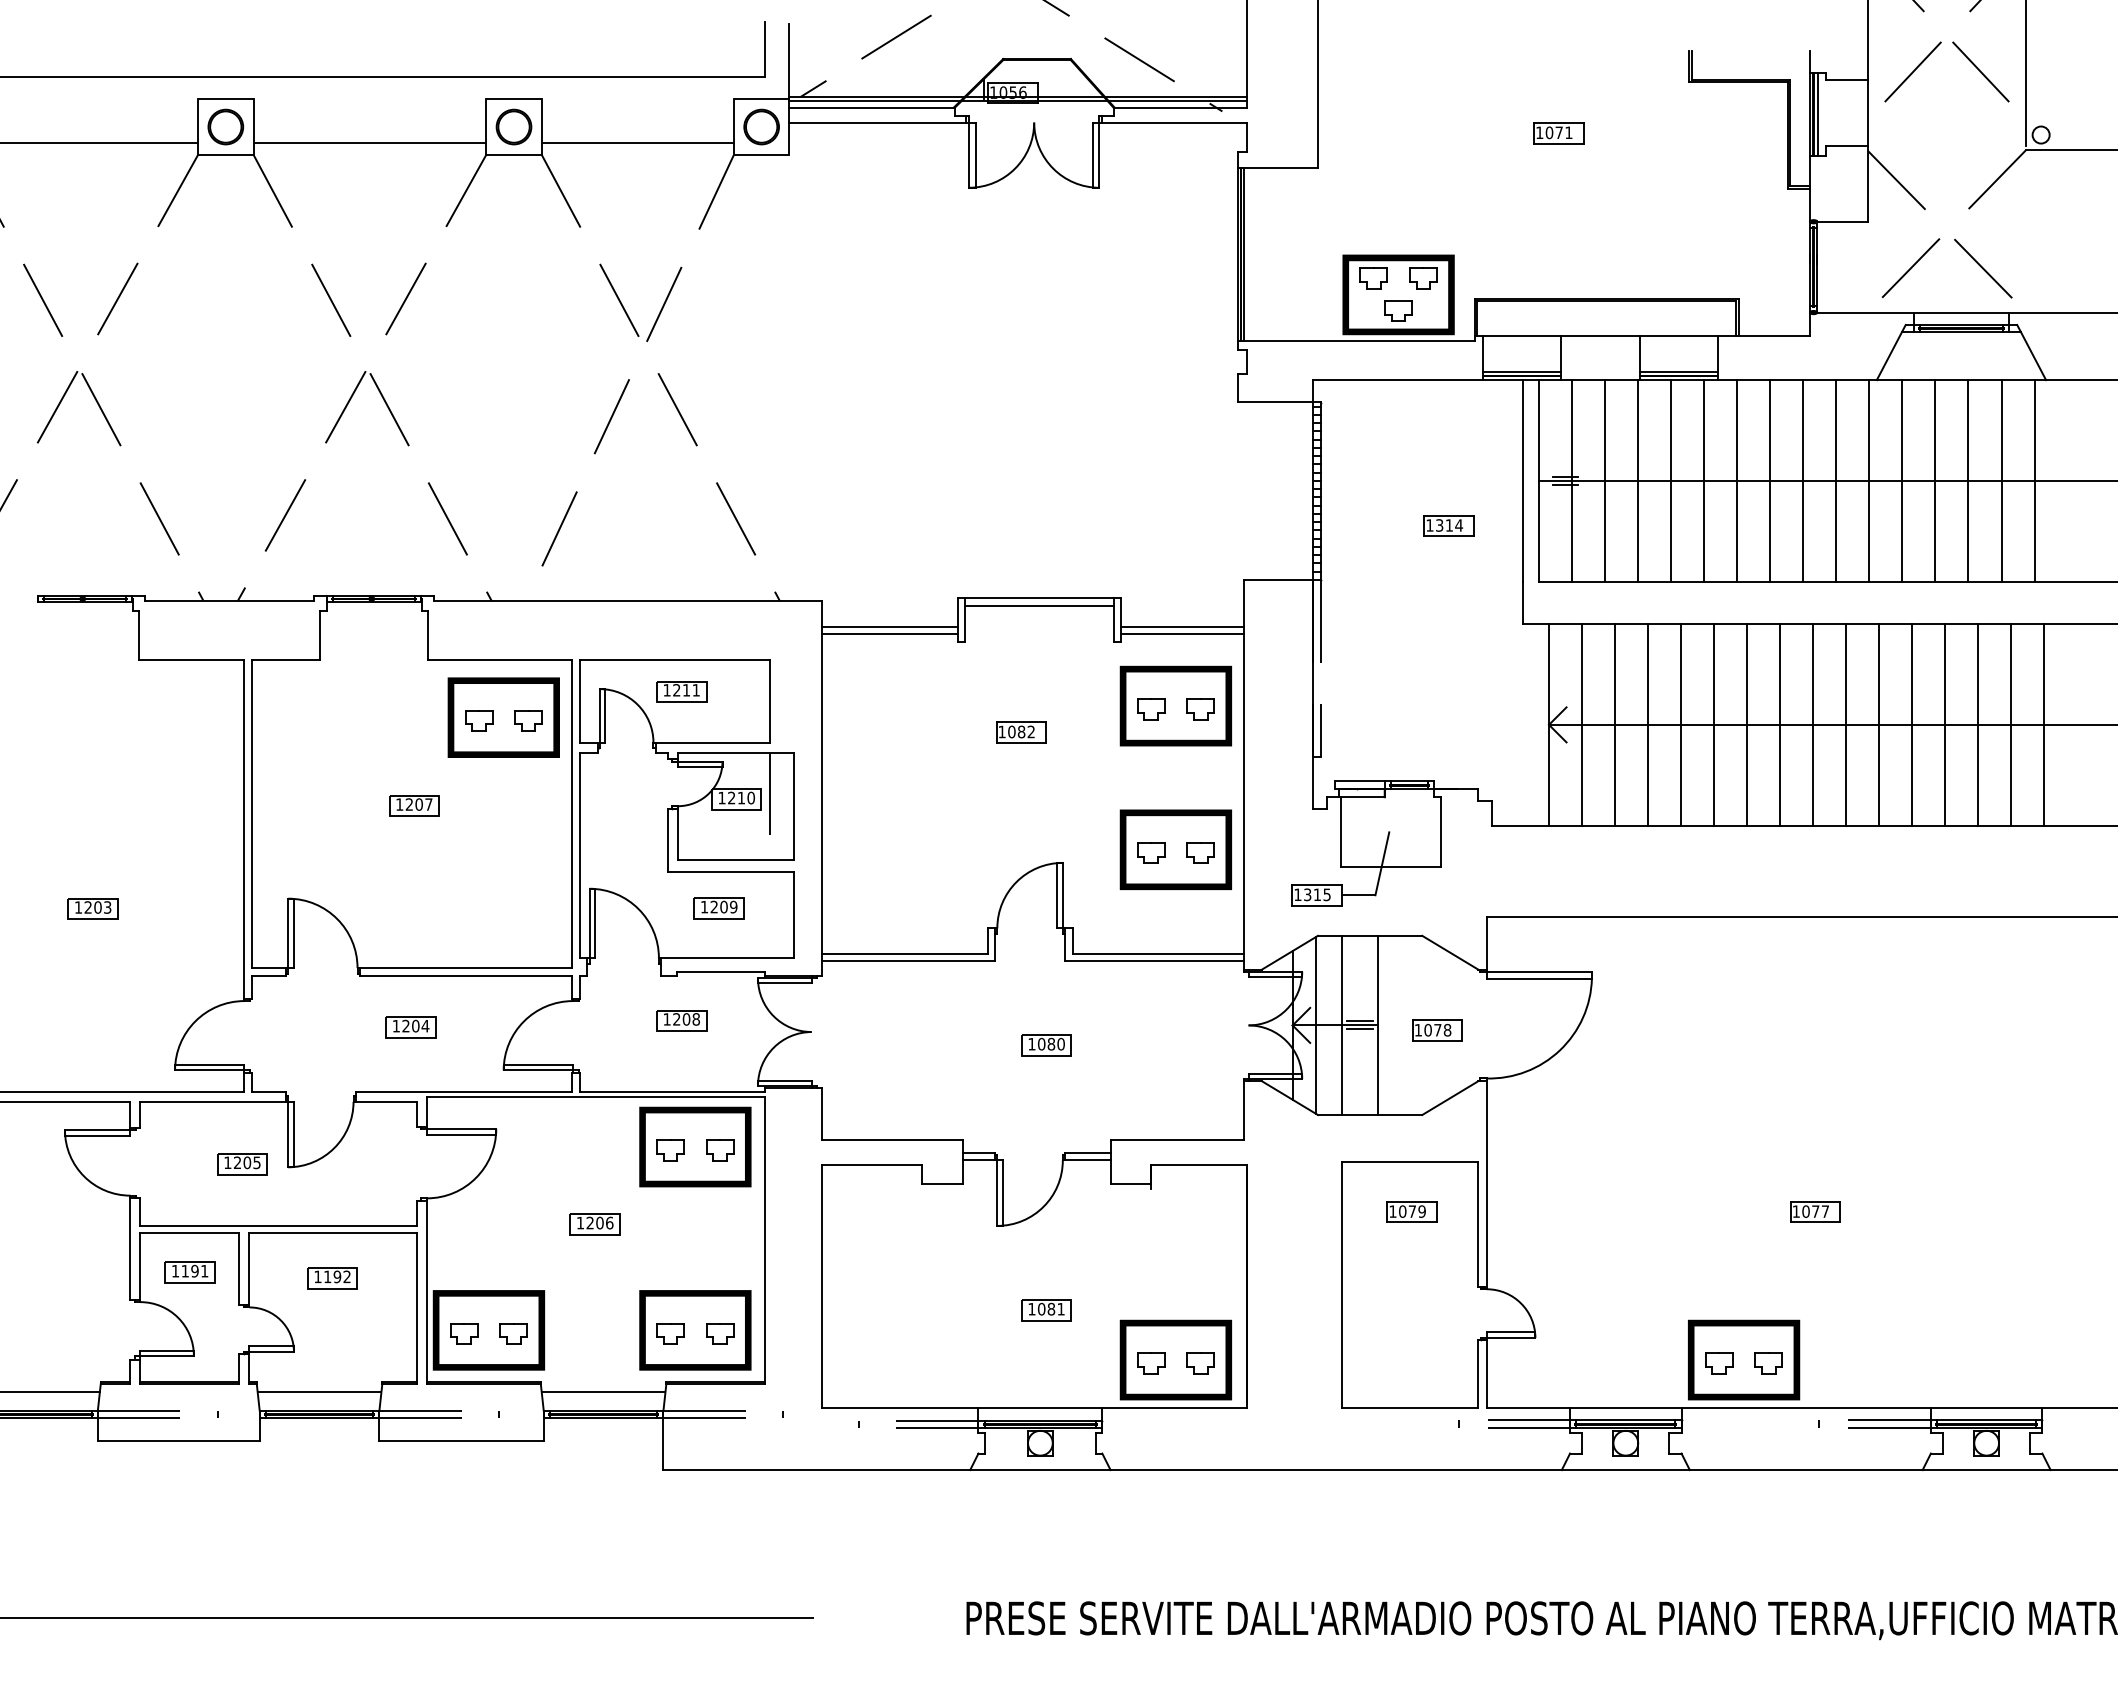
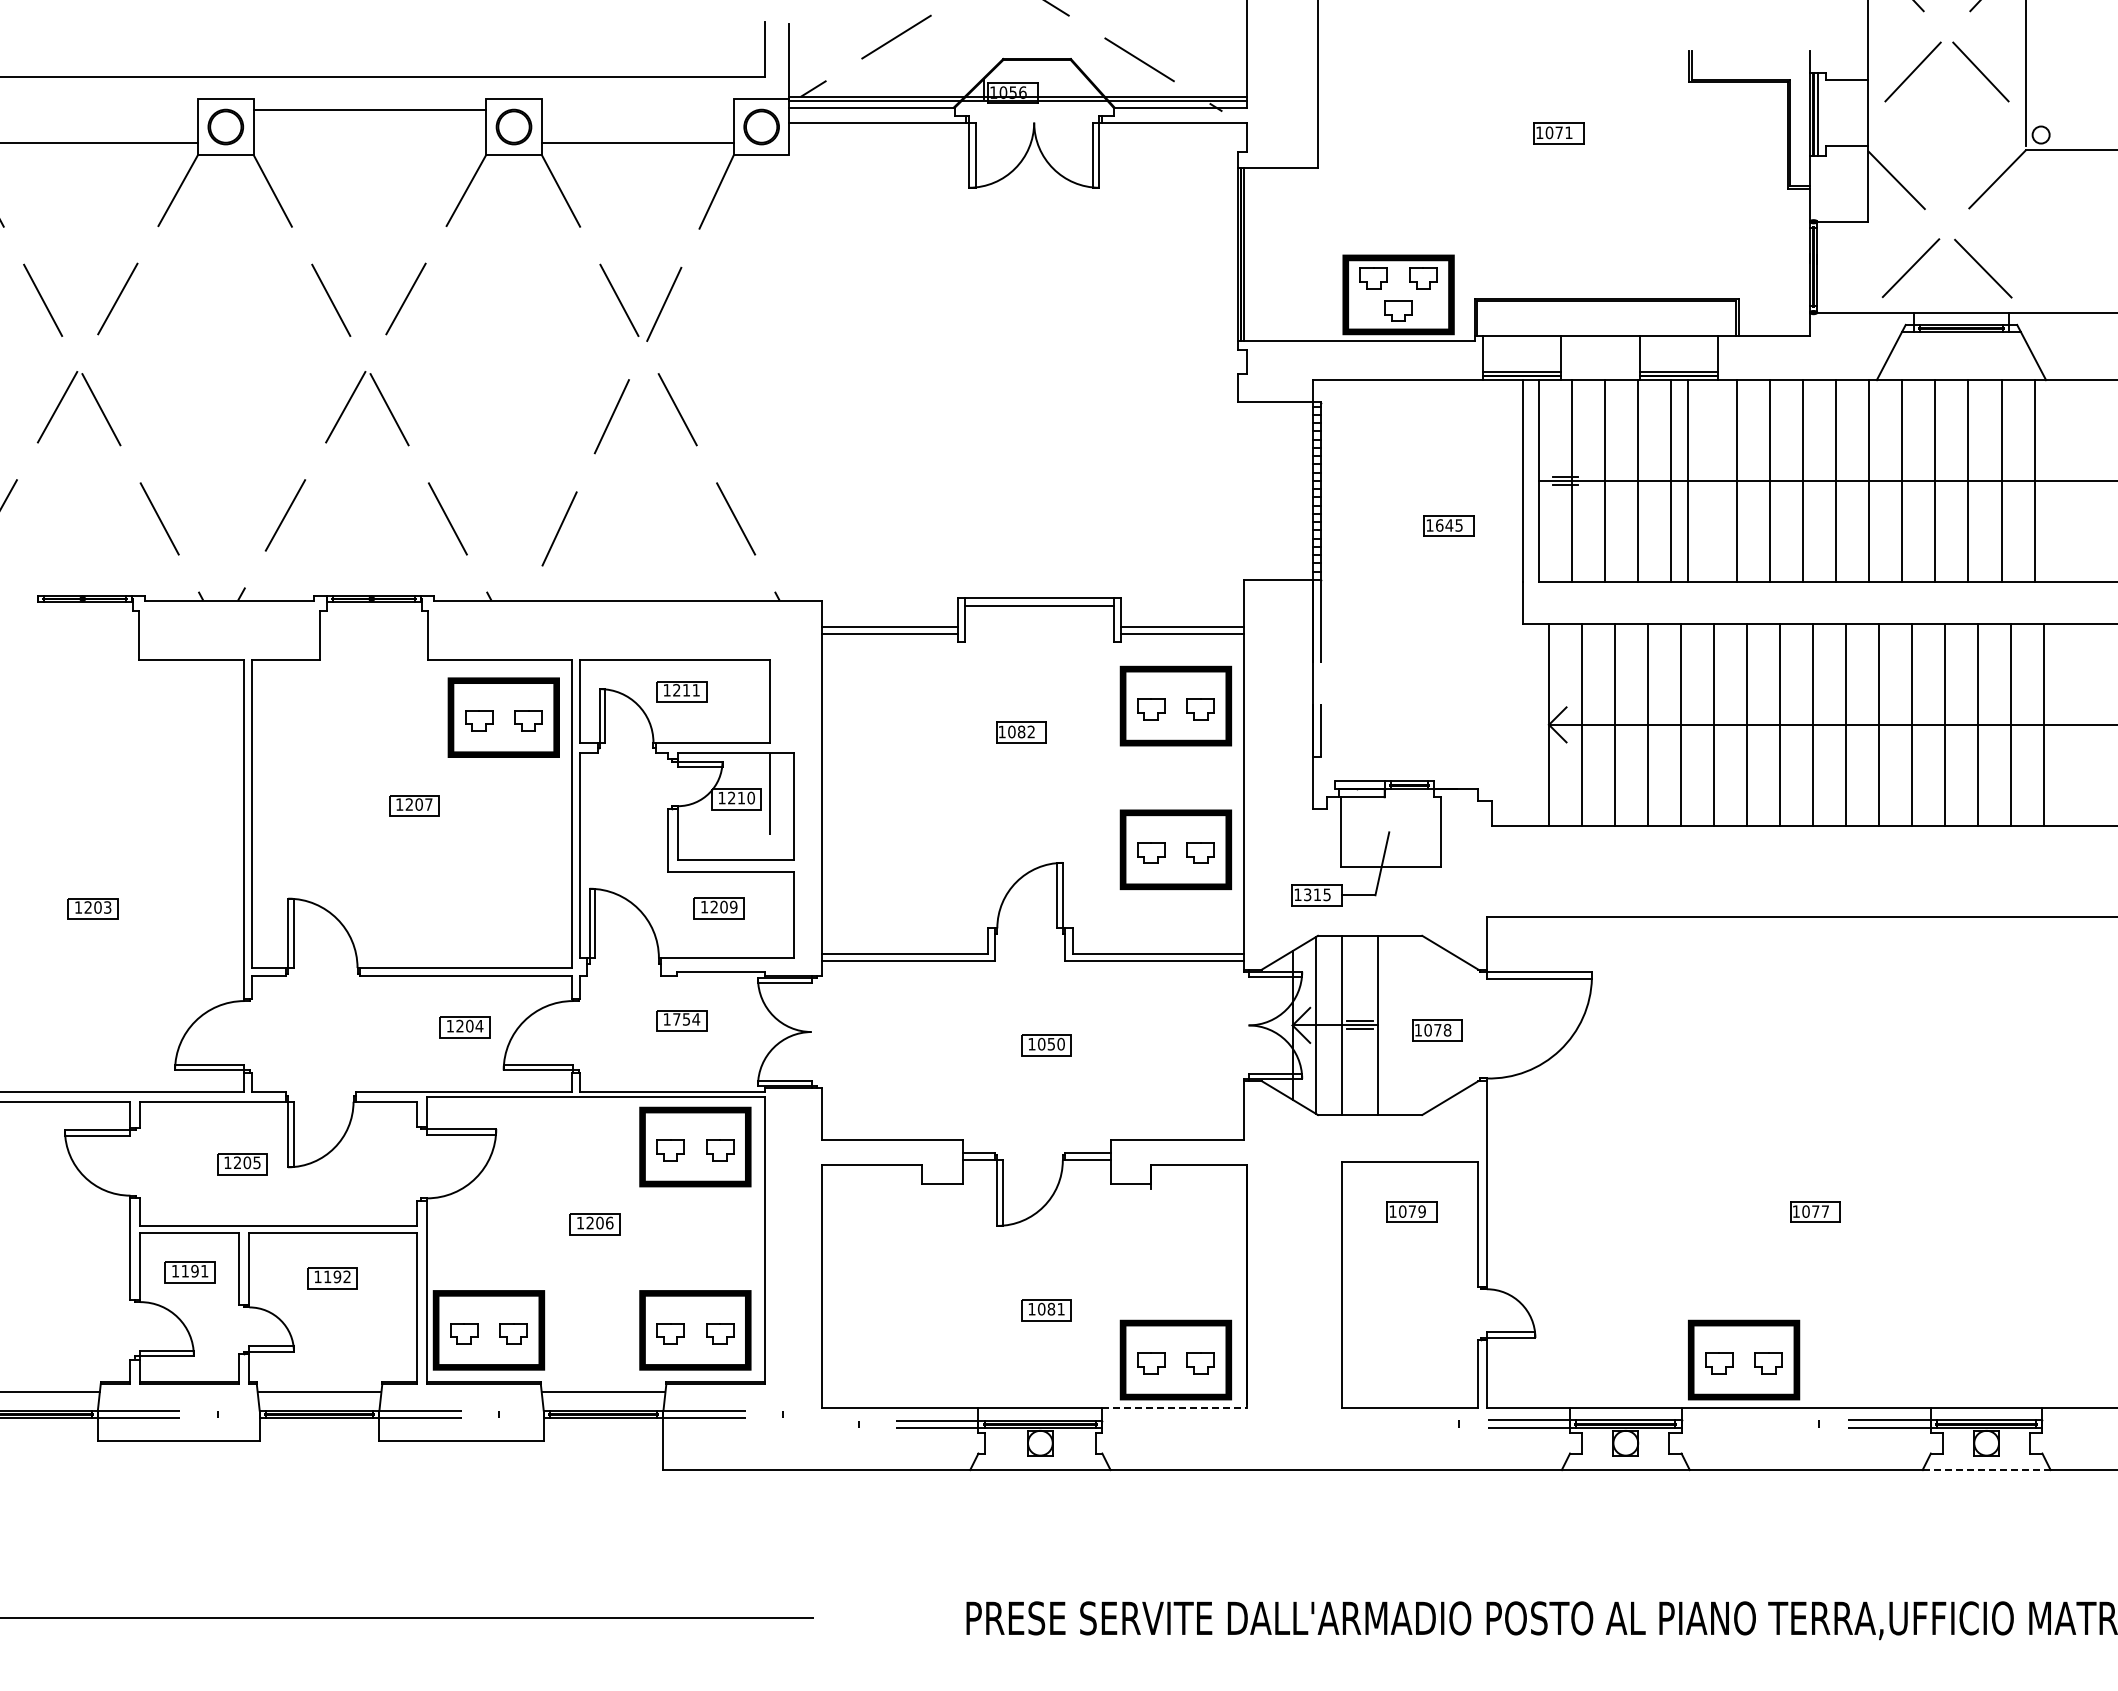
line at (369, 143) position: (369, 143) -> (369, 110)
line at (1704, 481) position: (1704, 481) -> (1688, 481)
text at (1449, 525): 1314 -> 1645
text at (686, 1019): 1208 -> 1754
part at (410, 1027) position: (410, 1027) -> (464, 1027)
text at (1051, 1043): 1080 -> 1050
line at (1175, 1408): solid -> dashed
line at (1986, 1470): solid -> dashed
